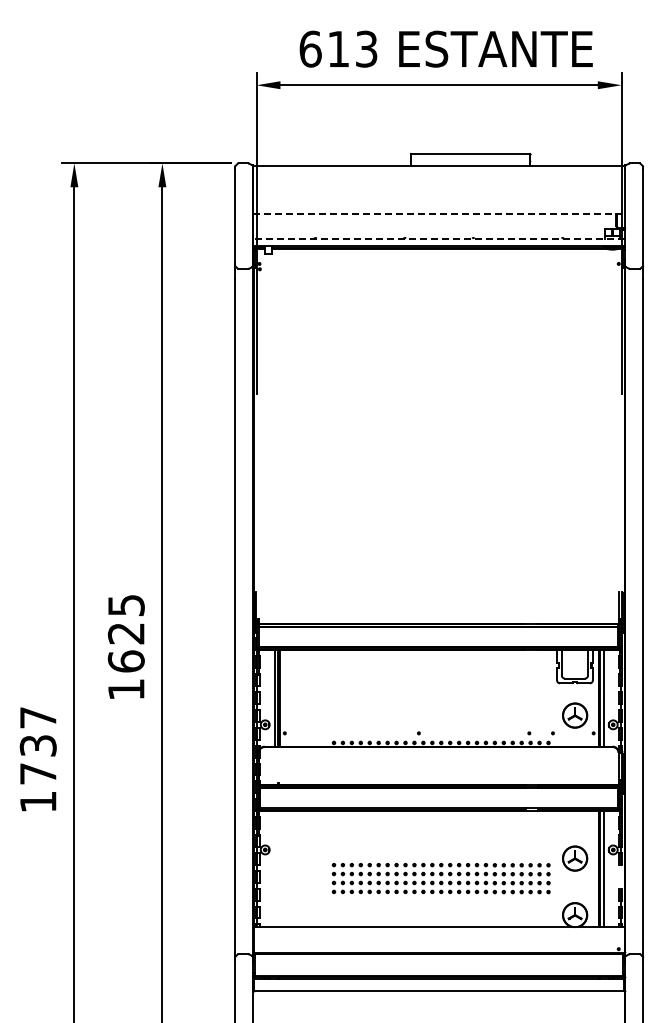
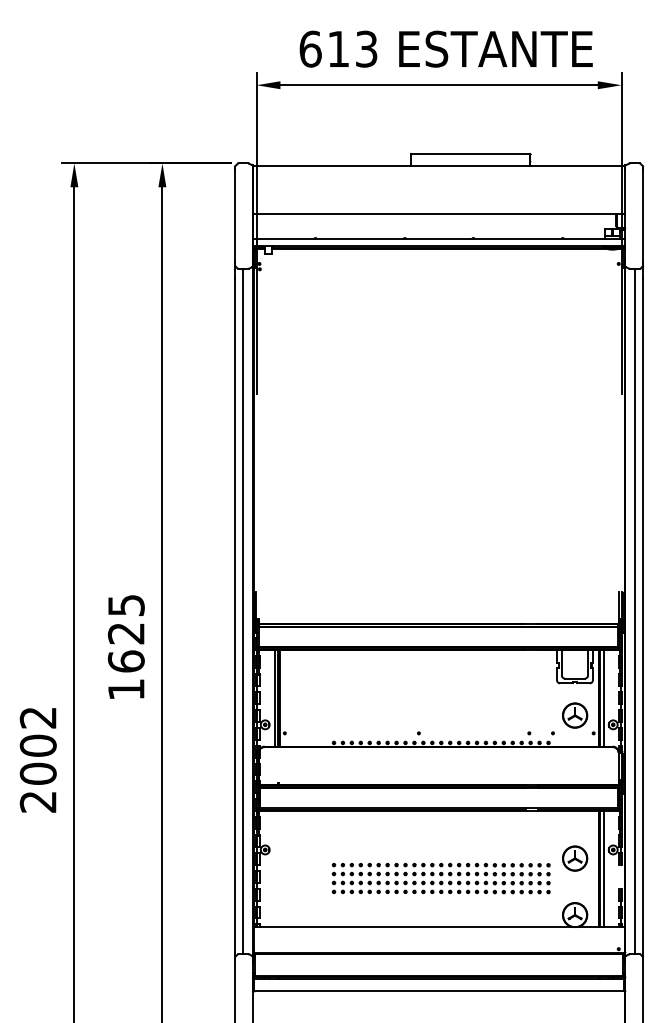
line at (439, 214): dashed -> solid
line at (438, 238): dashed -> solid
line at (243, 611): none -> present
line at (634, 611): none -> present
text at (37, 759): 1737 -> 2002
